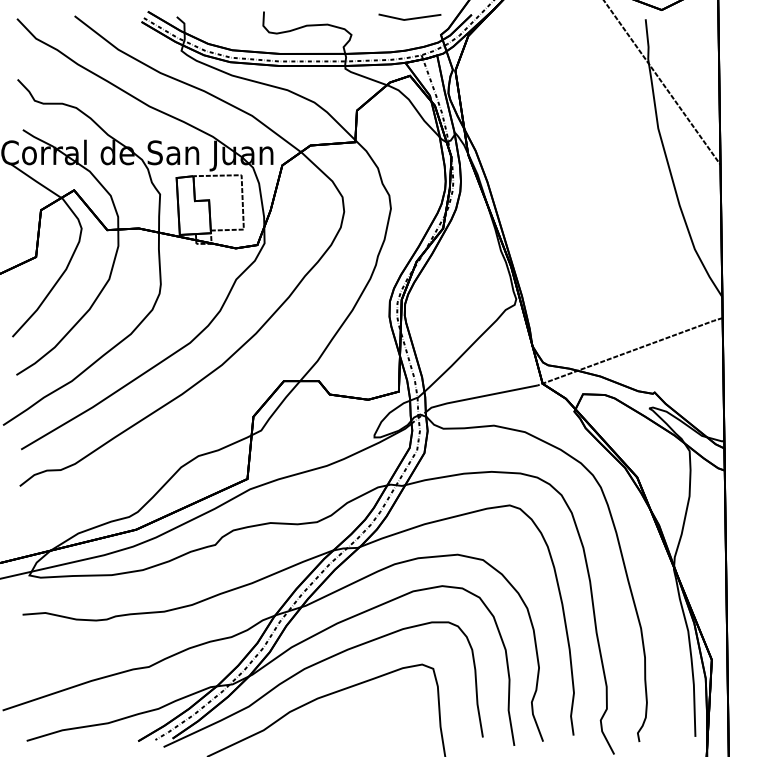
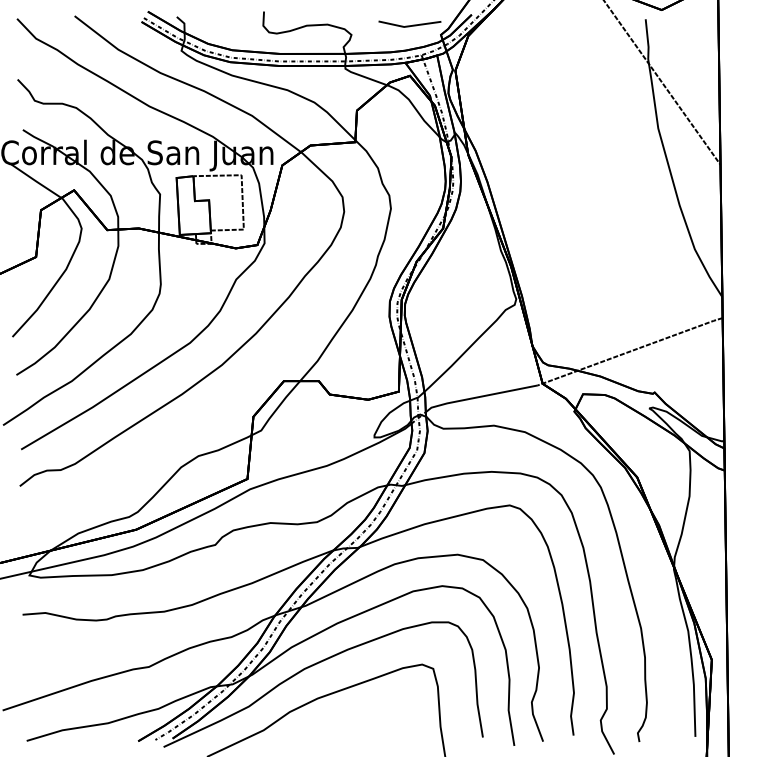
line at (409, 18) position: (409, 18) -> (409, 25)
